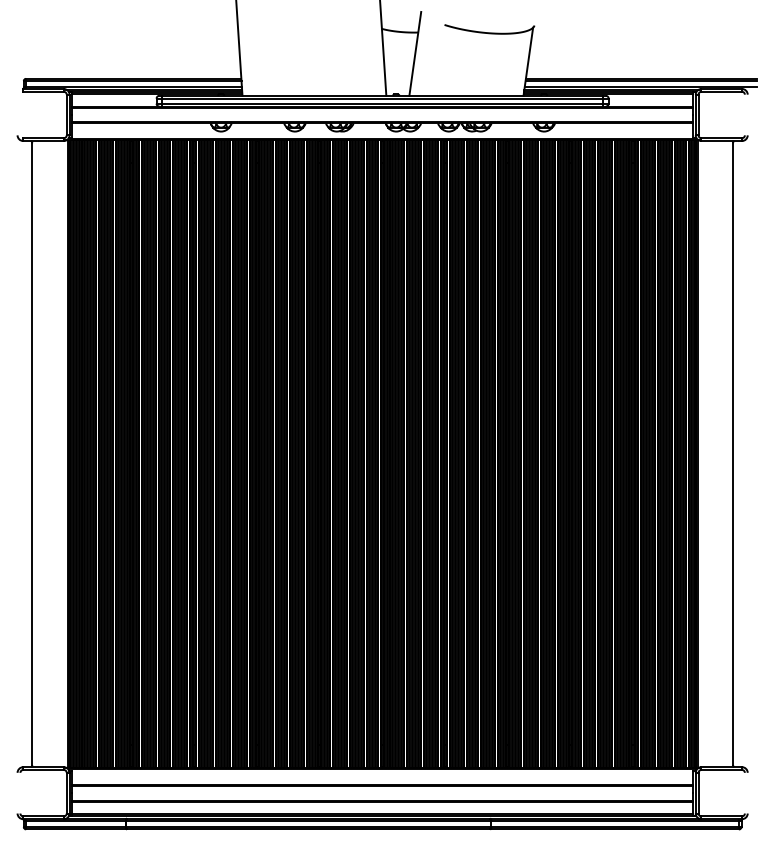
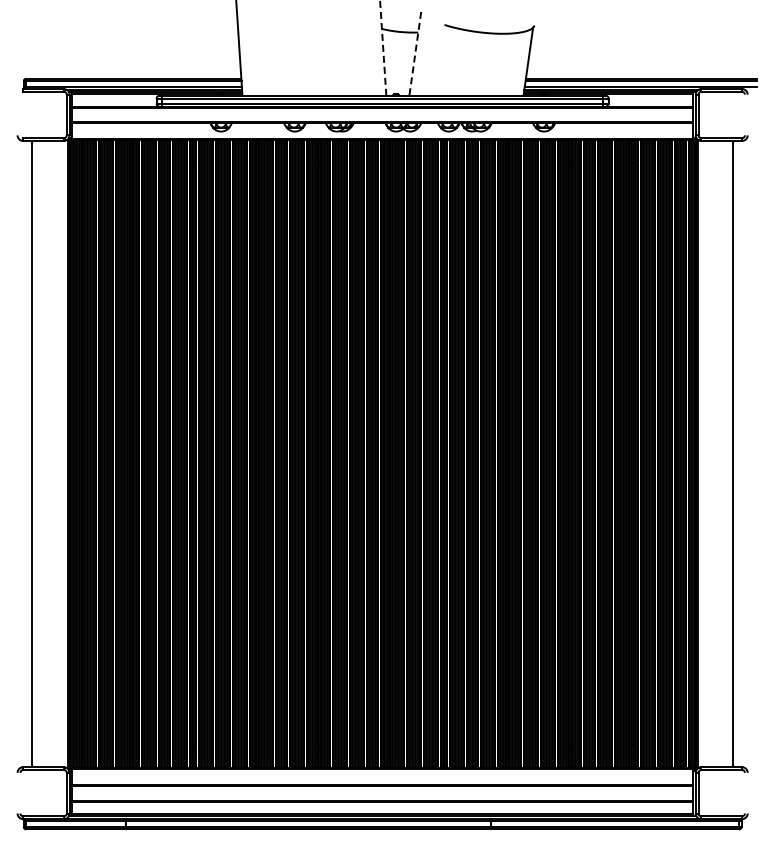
line at (383, 48): solid -> dashed
line at (415, 54): solid -> dashed
